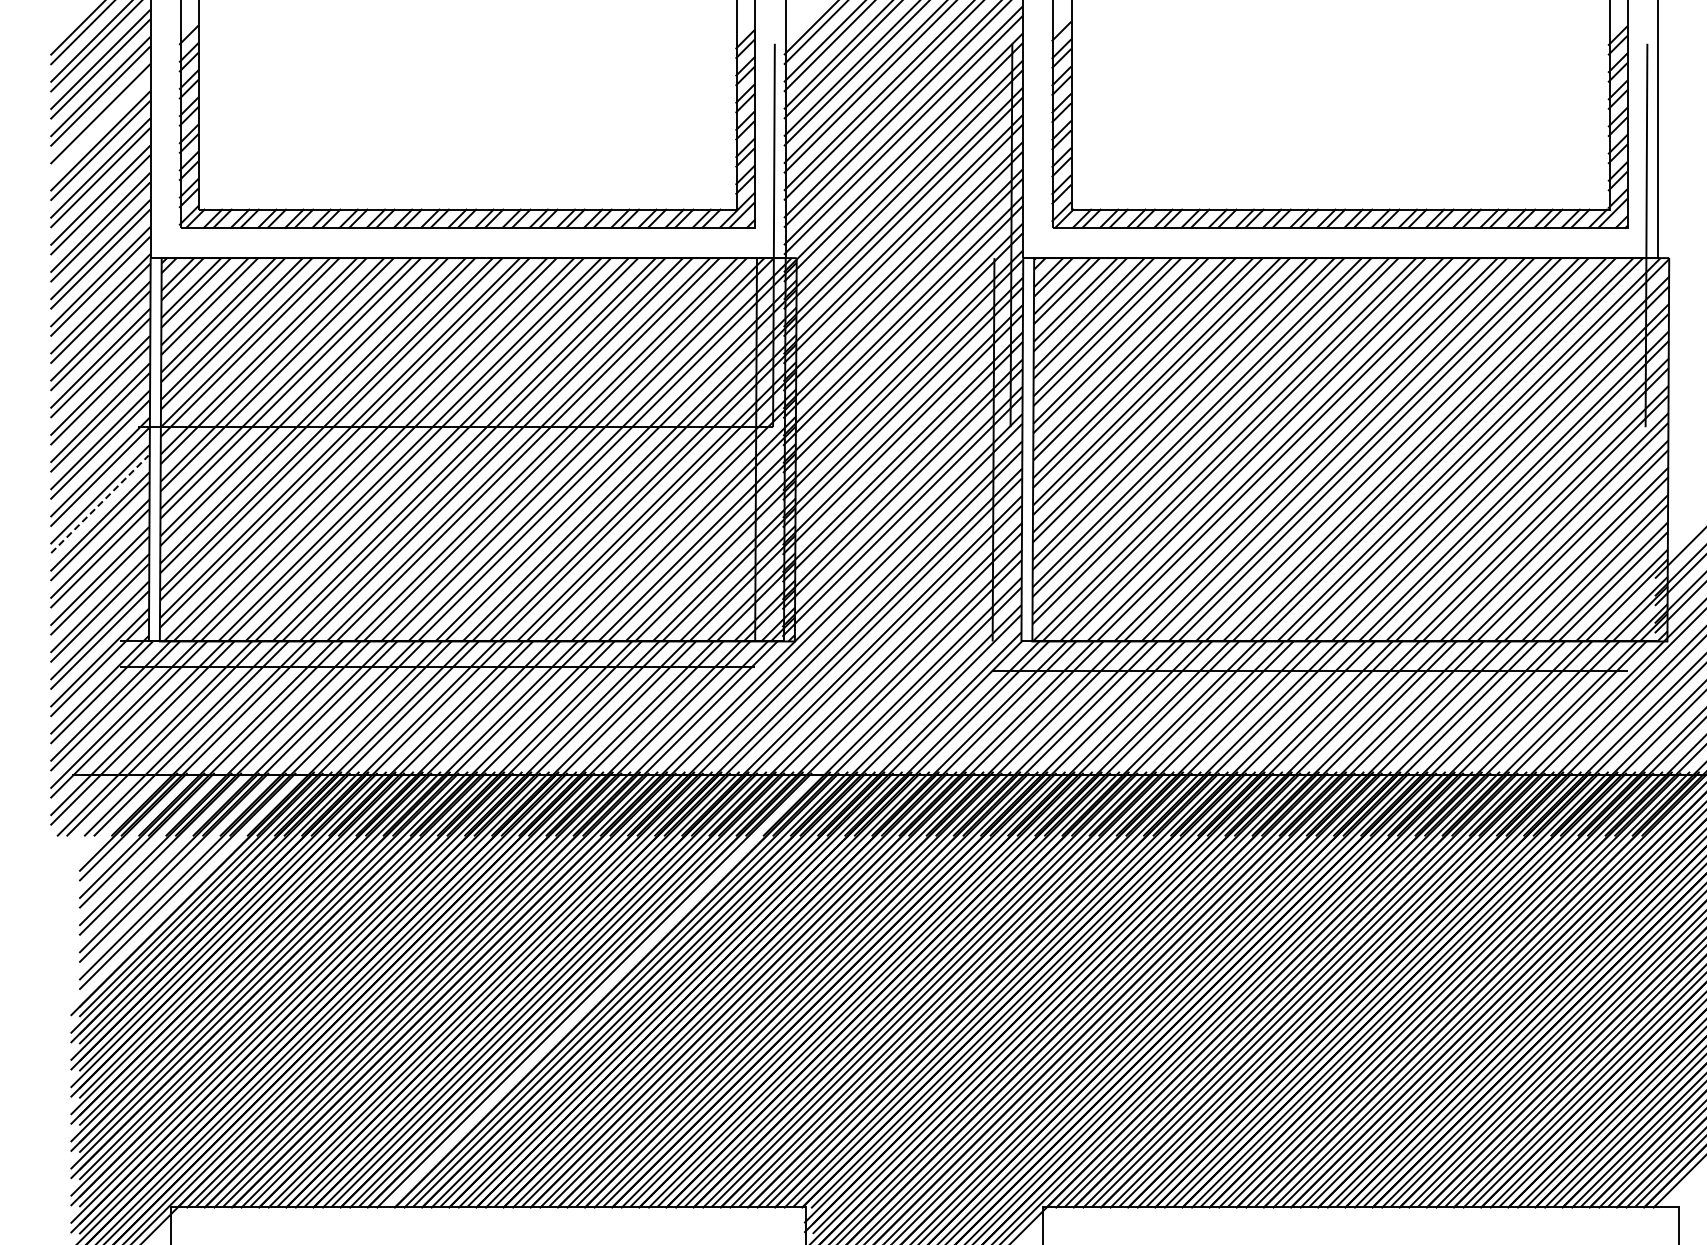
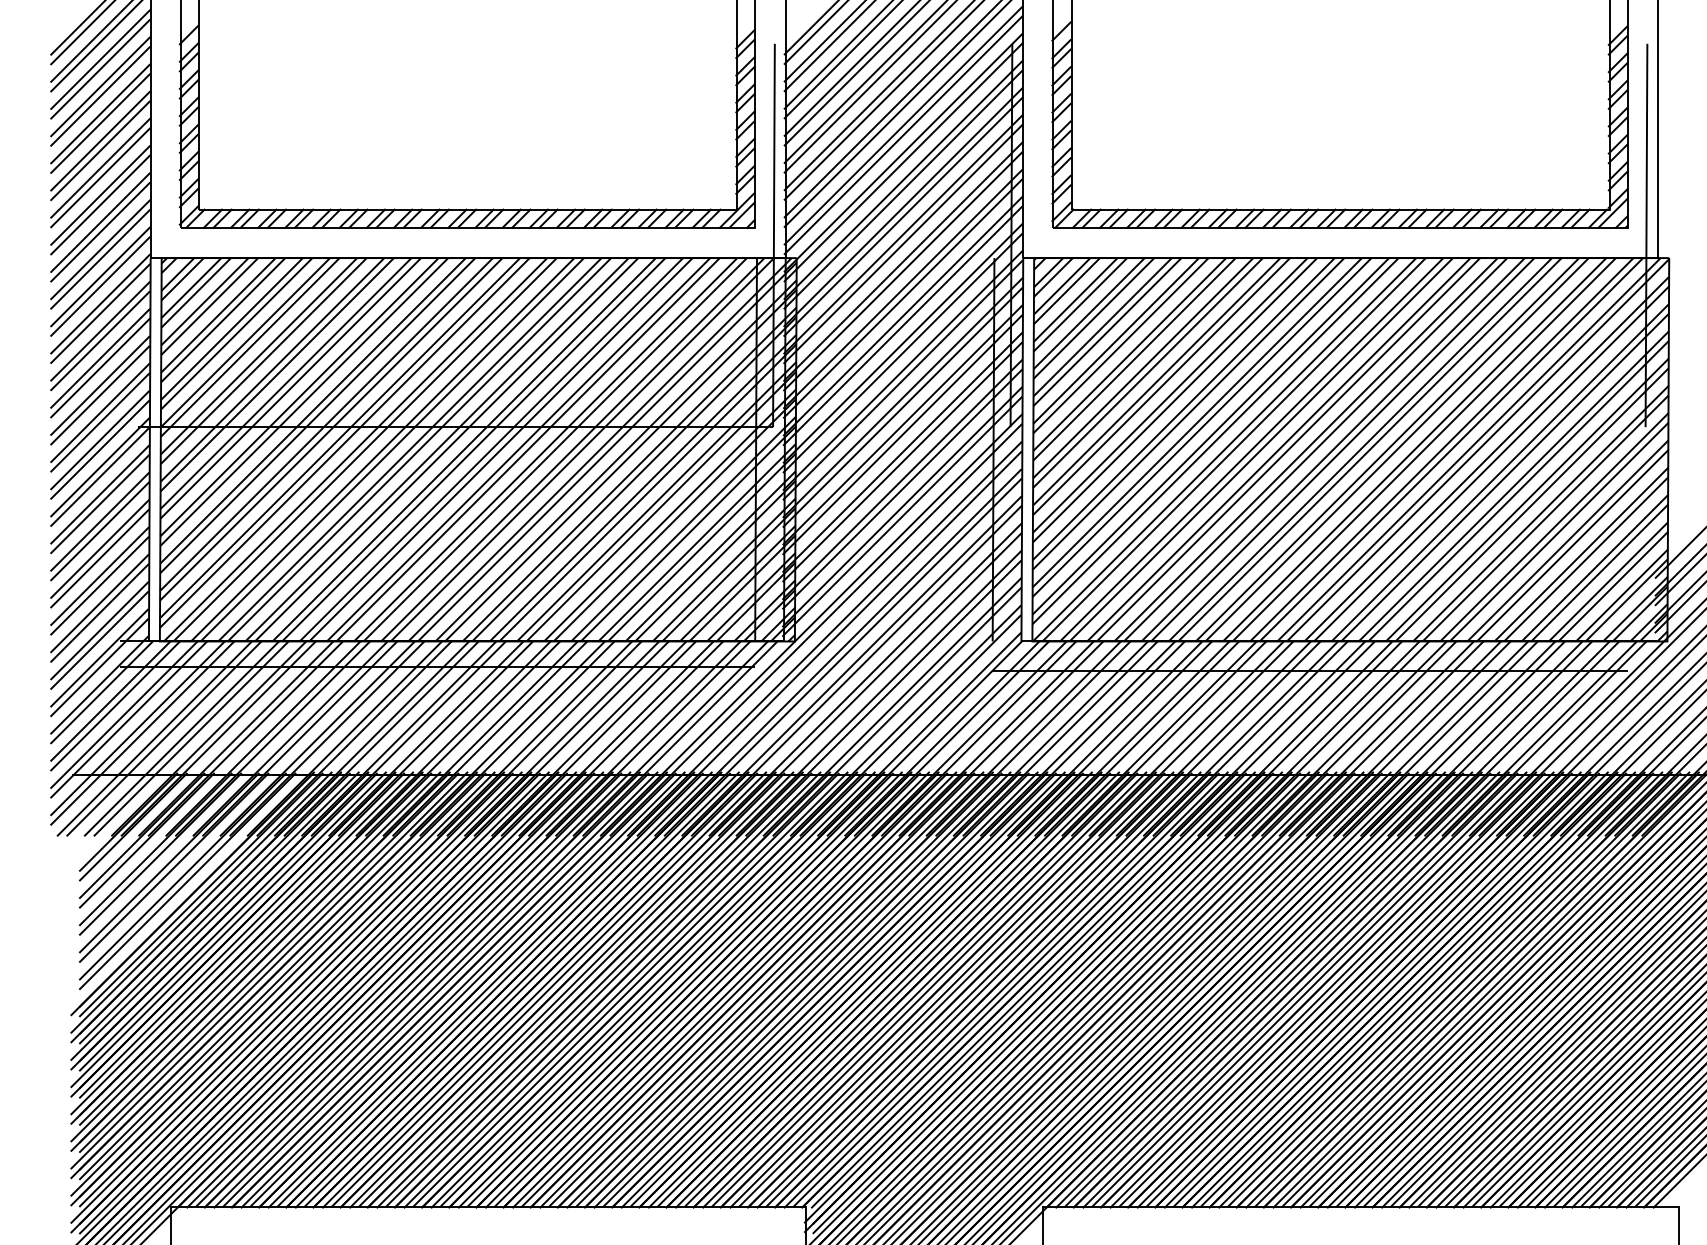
line at (100, 123): none -> present
line at (99, 504): dashed -> solid
line at (603, 989): none -> present
